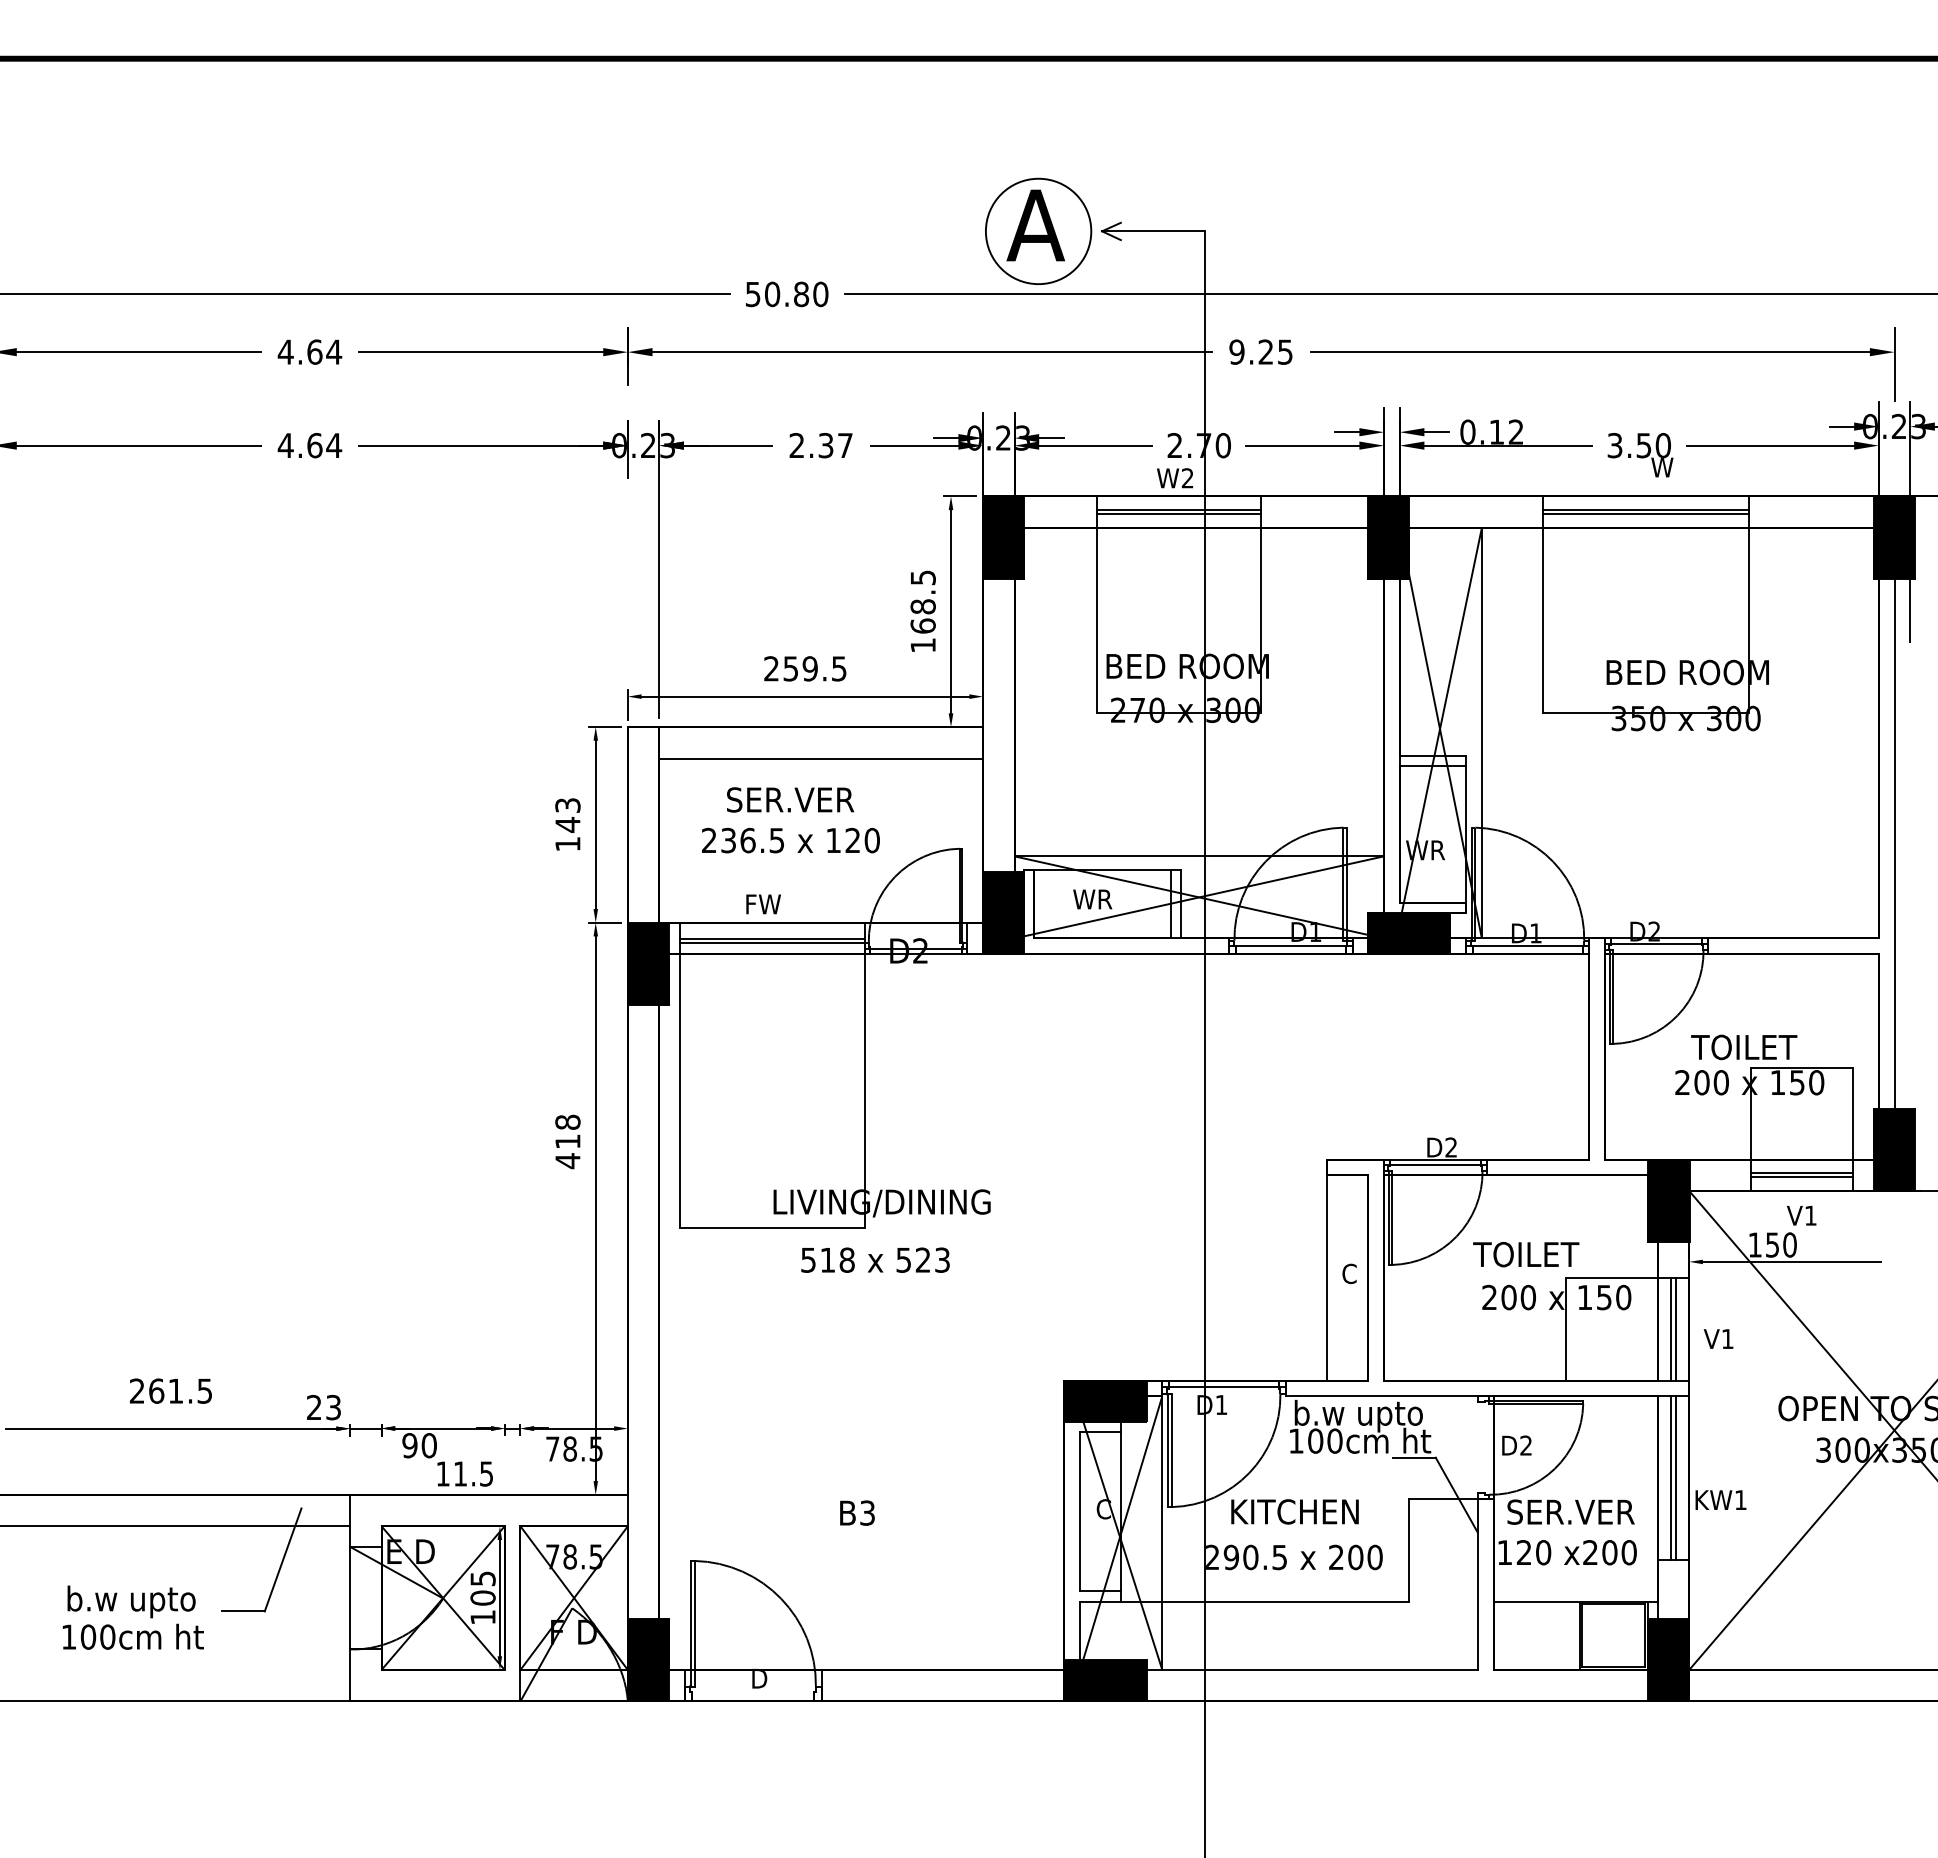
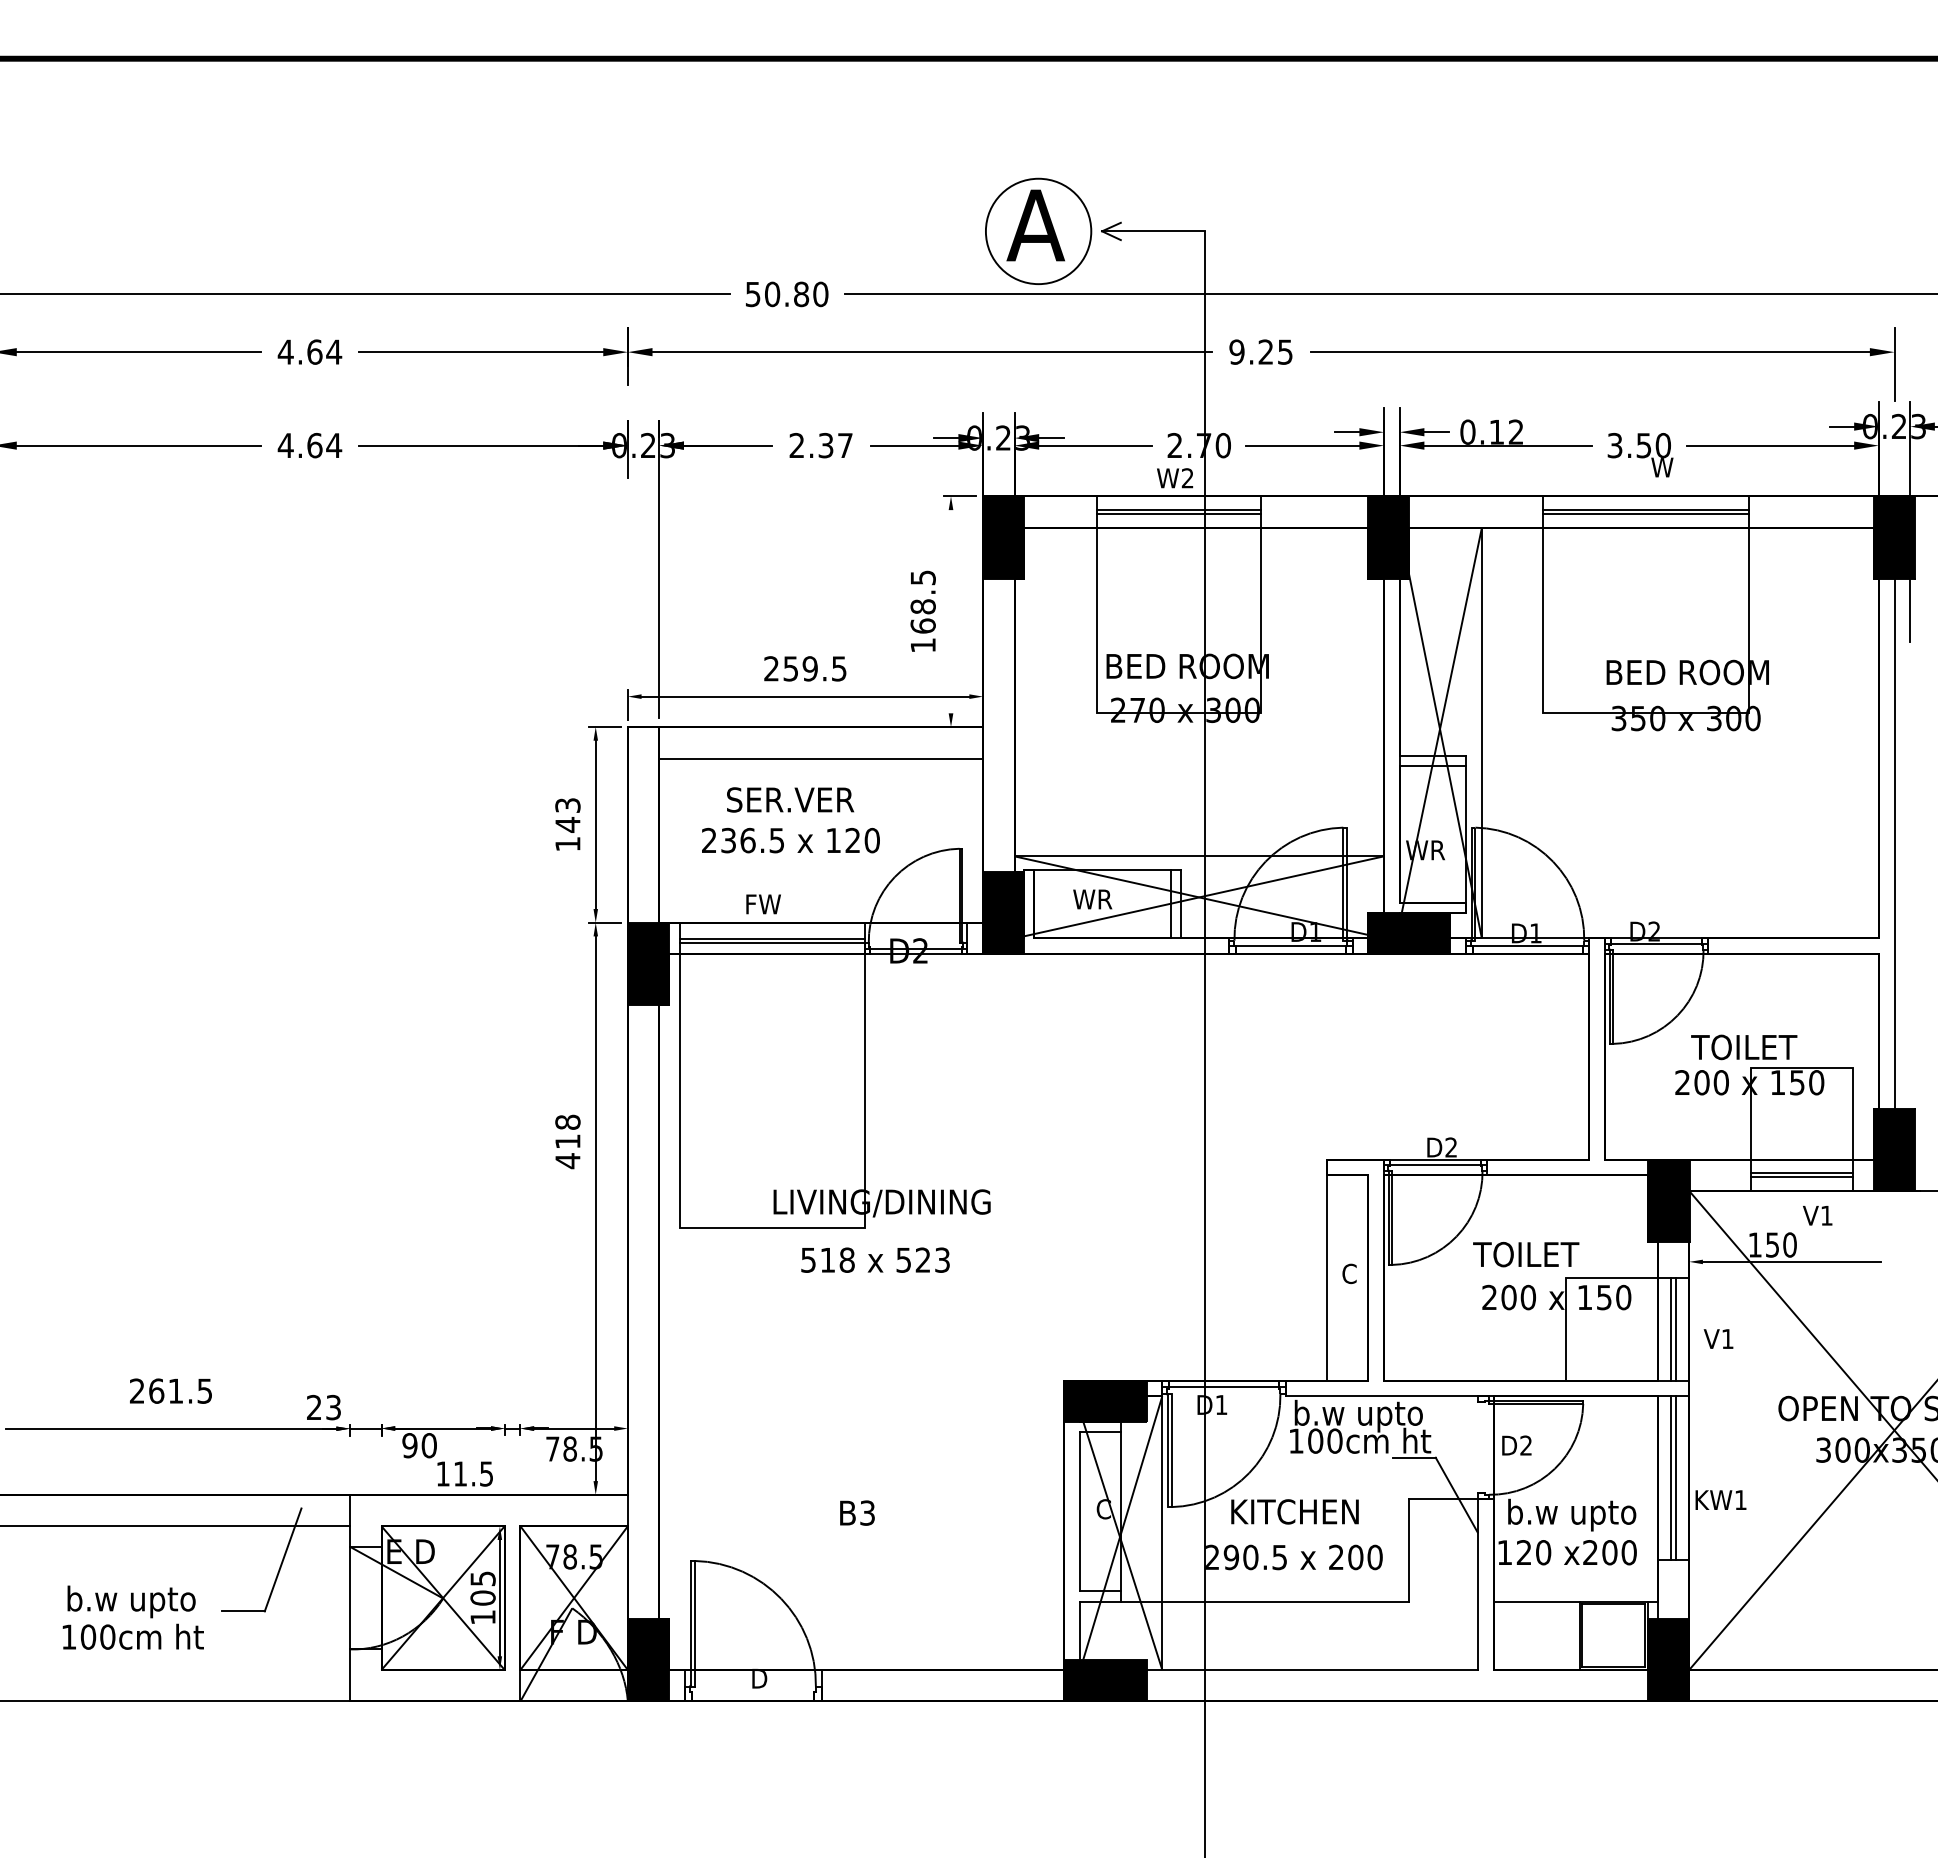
line at (951, 611): present -> none
text at (1801, 1215) position: (1801, 1215) -> (1817, 1215)
text at (1571, 1514): SER.VER -> b.w upto
